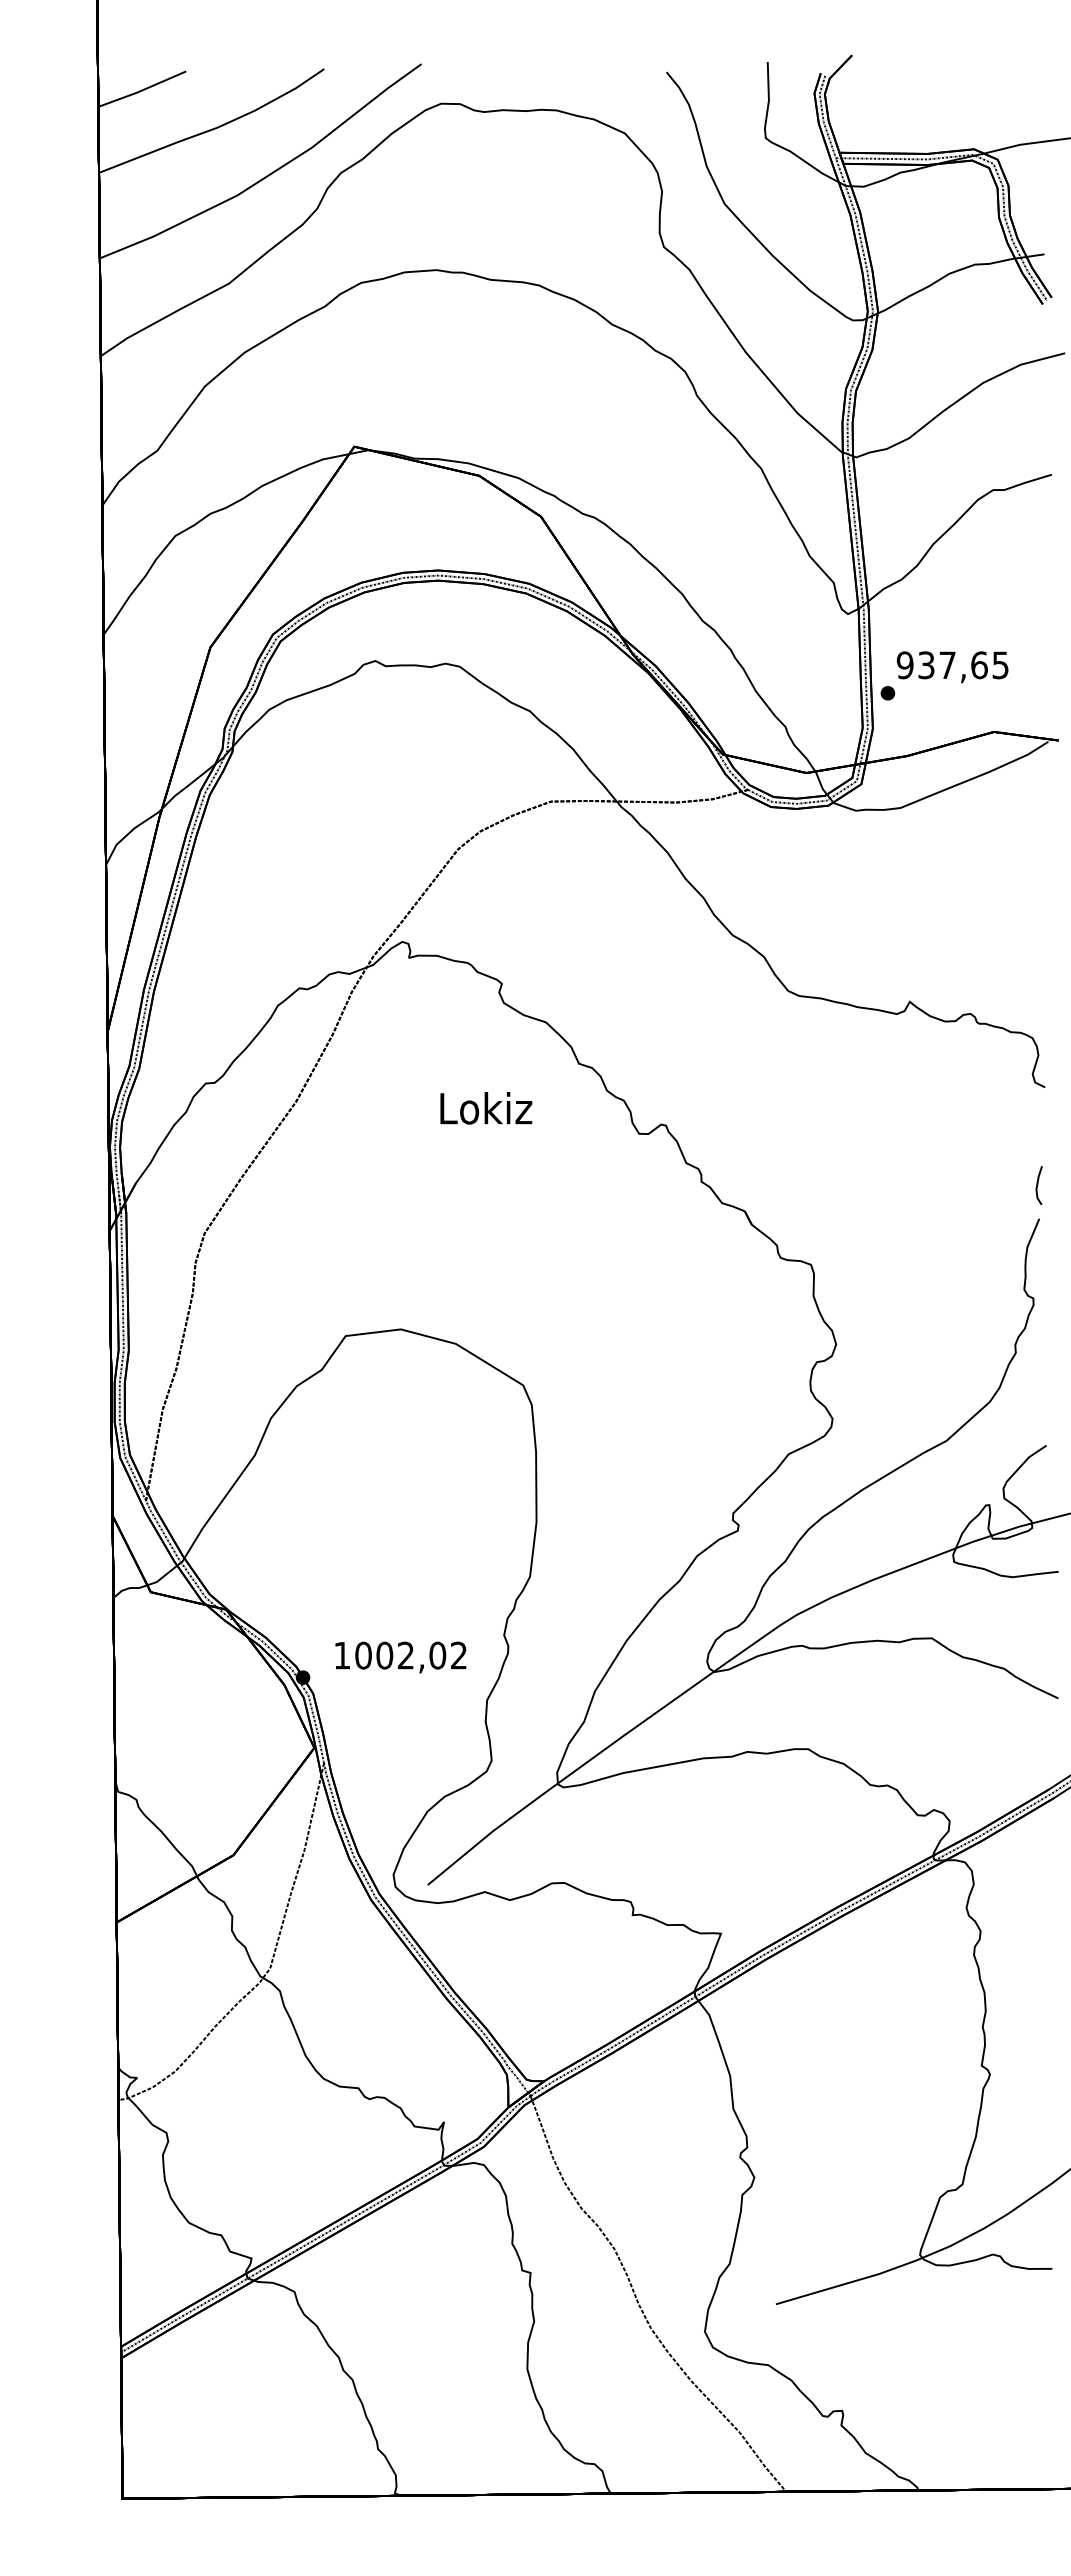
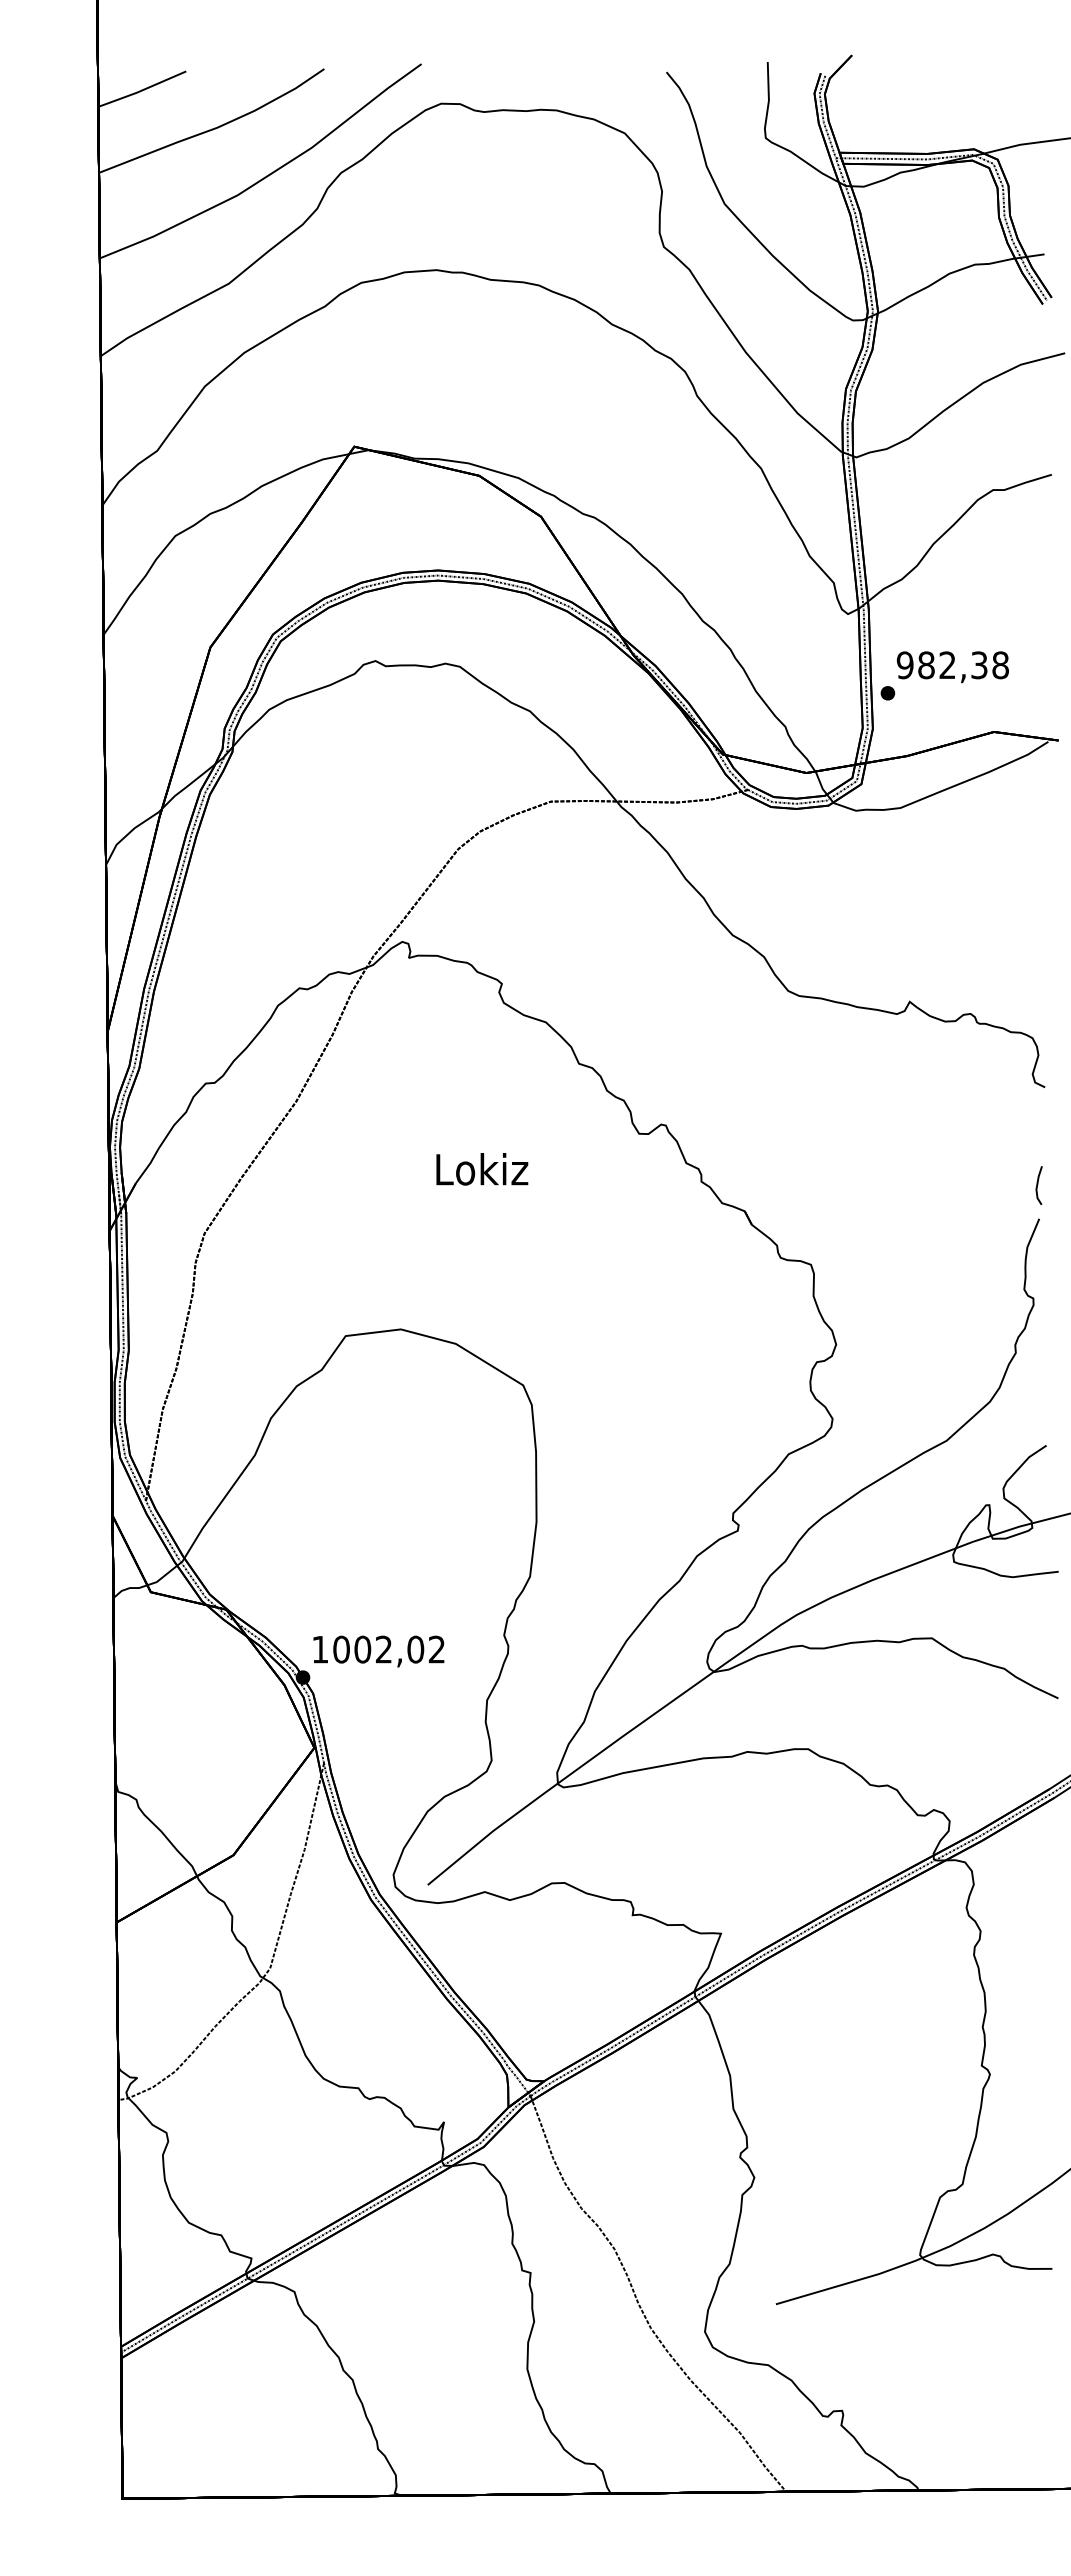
text at (963, 665): 937,65 -> 982,38
text at (486, 1108) position: (486, 1108) -> (482, 1169)
text at (400, 1657) position: (400, 1657) -> (378, 1651)
